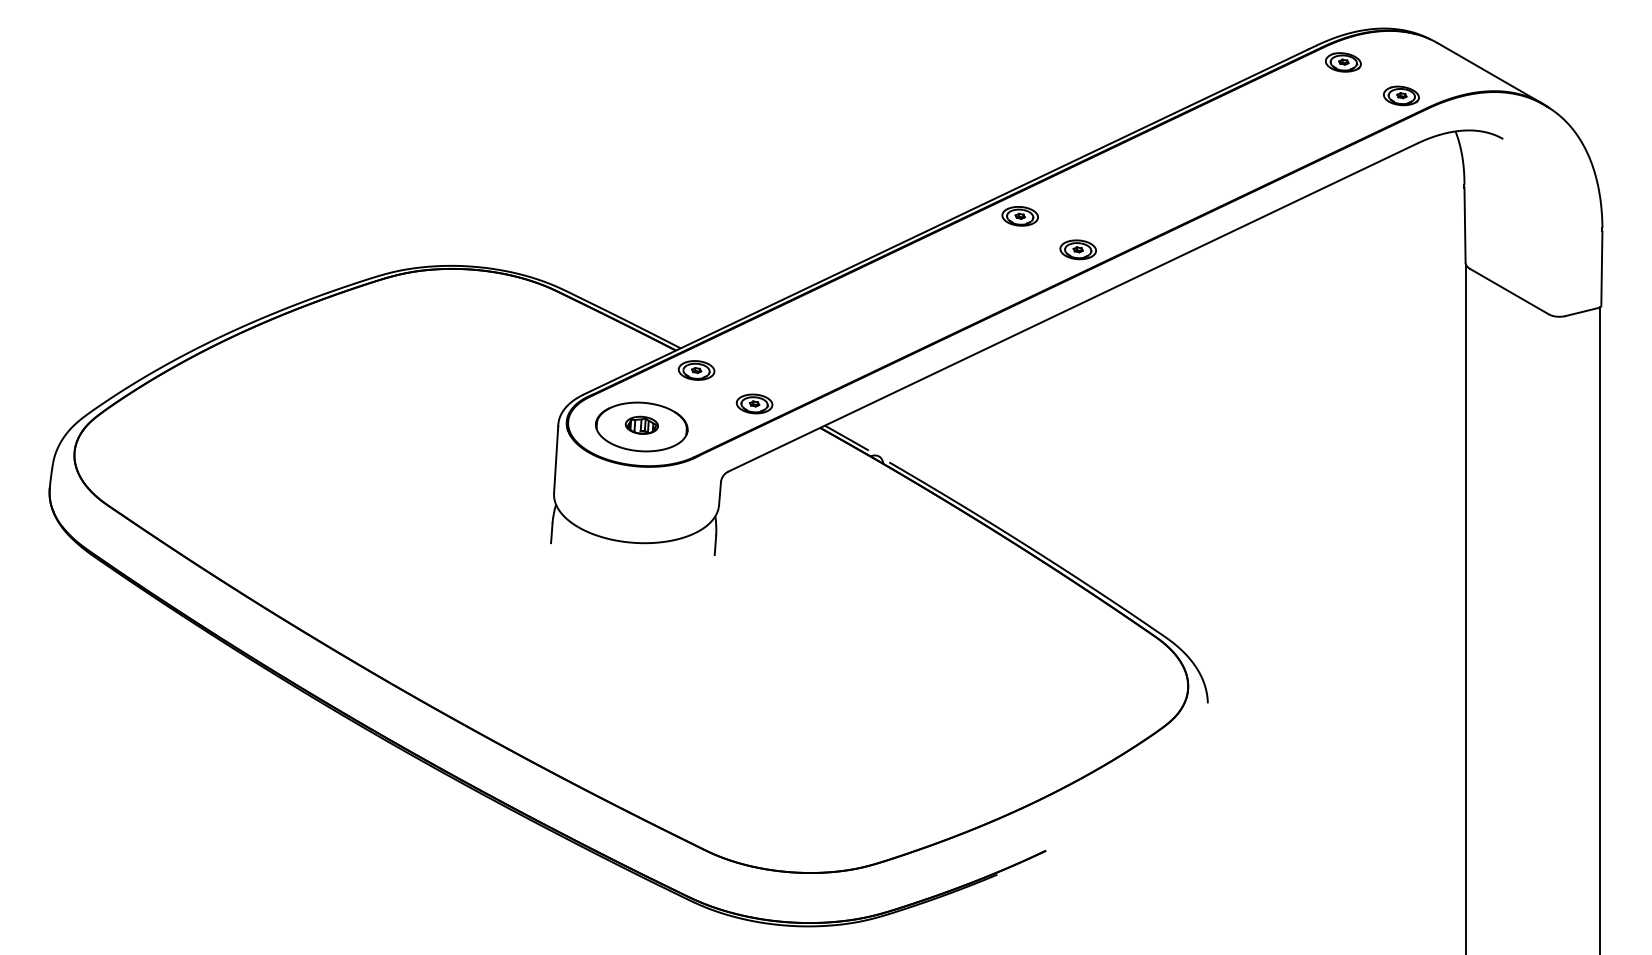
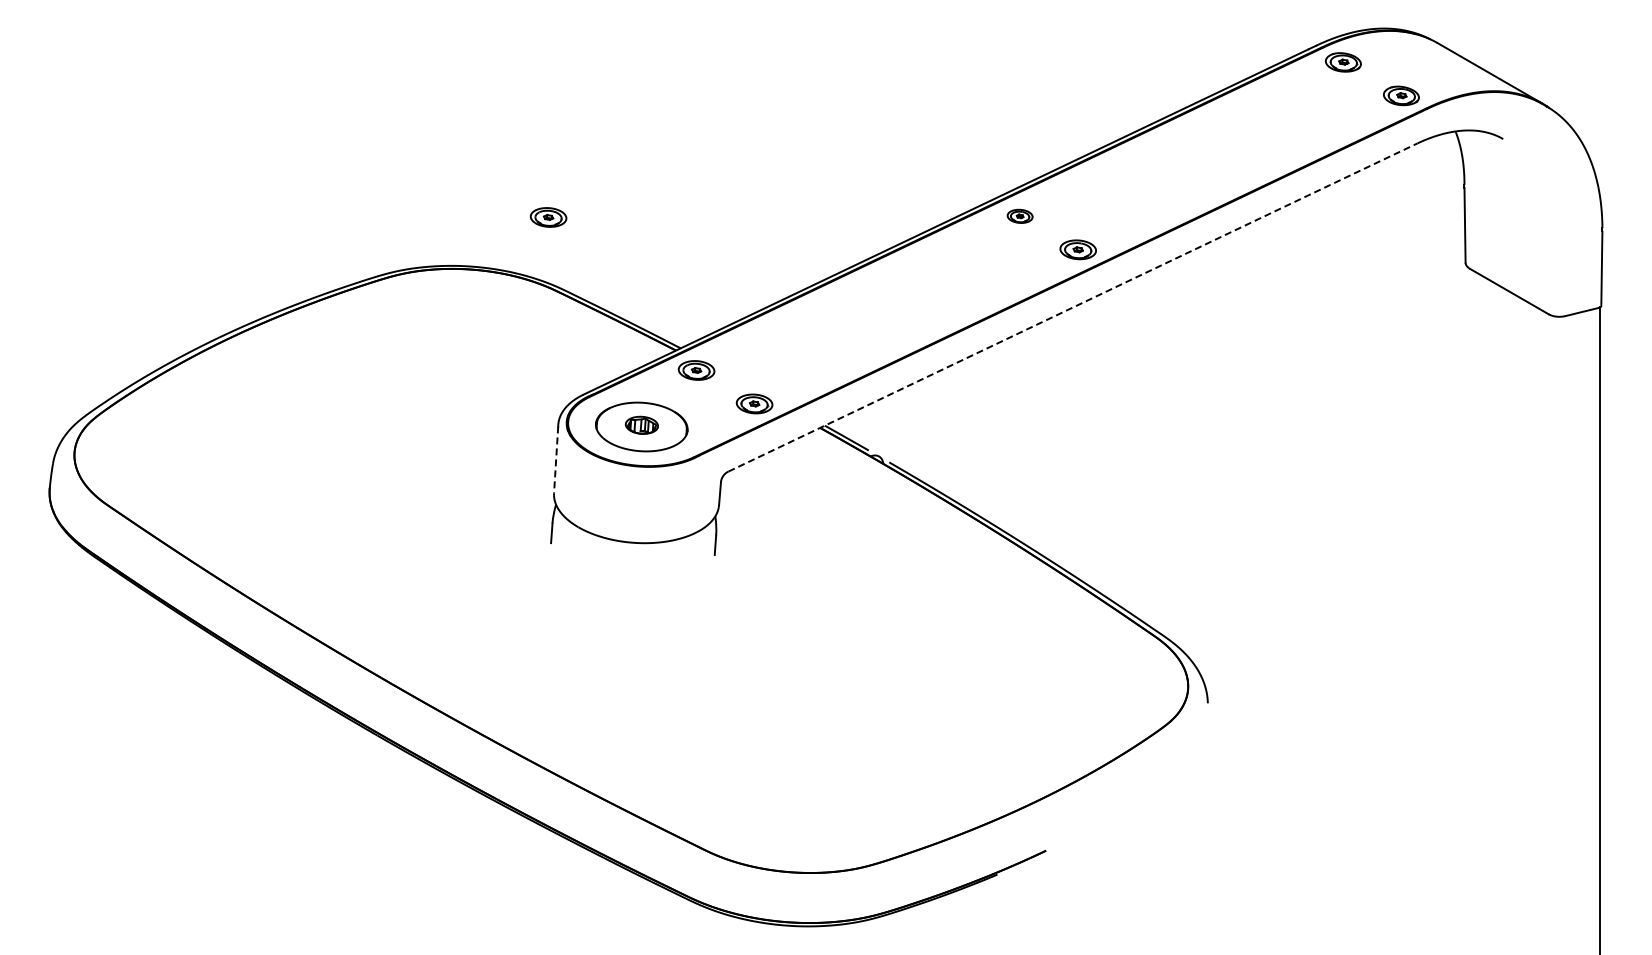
part at (1019, 216) size: 38x21 px -> 28x16 px
part at (548, 217): none -> present
line at (1072, 307): solid -> dashed
line at (556, 460): solid -> dashed
line at (1466, 608): present -> none
